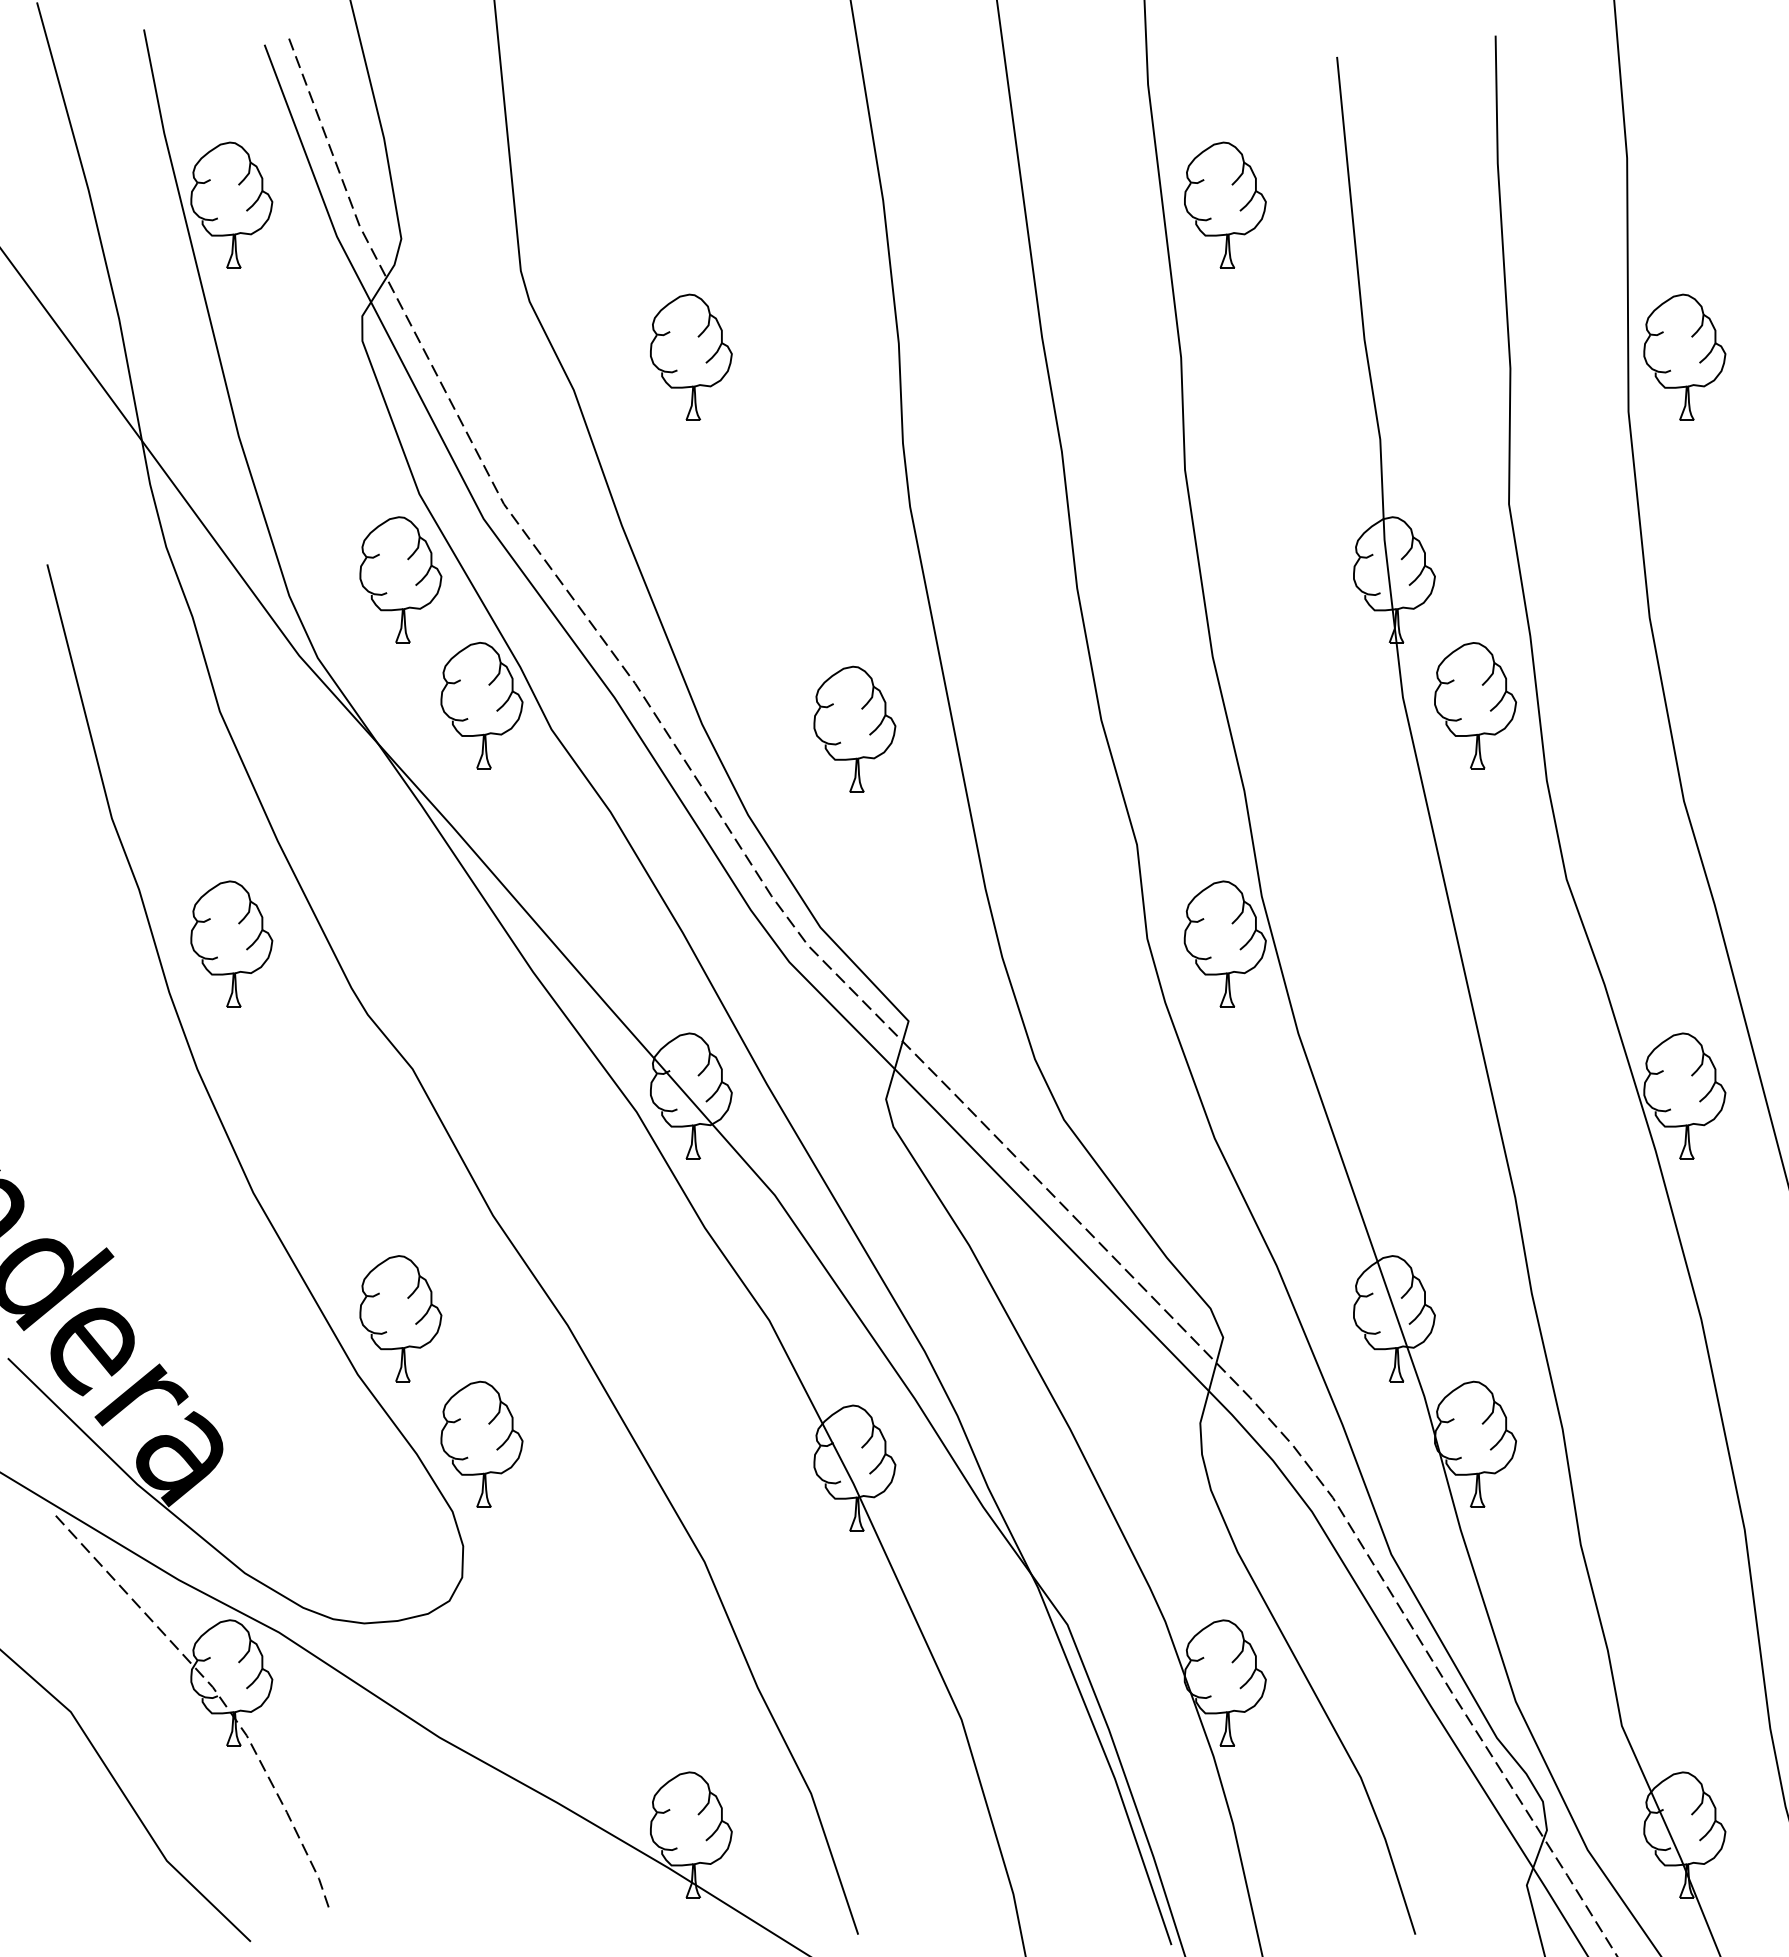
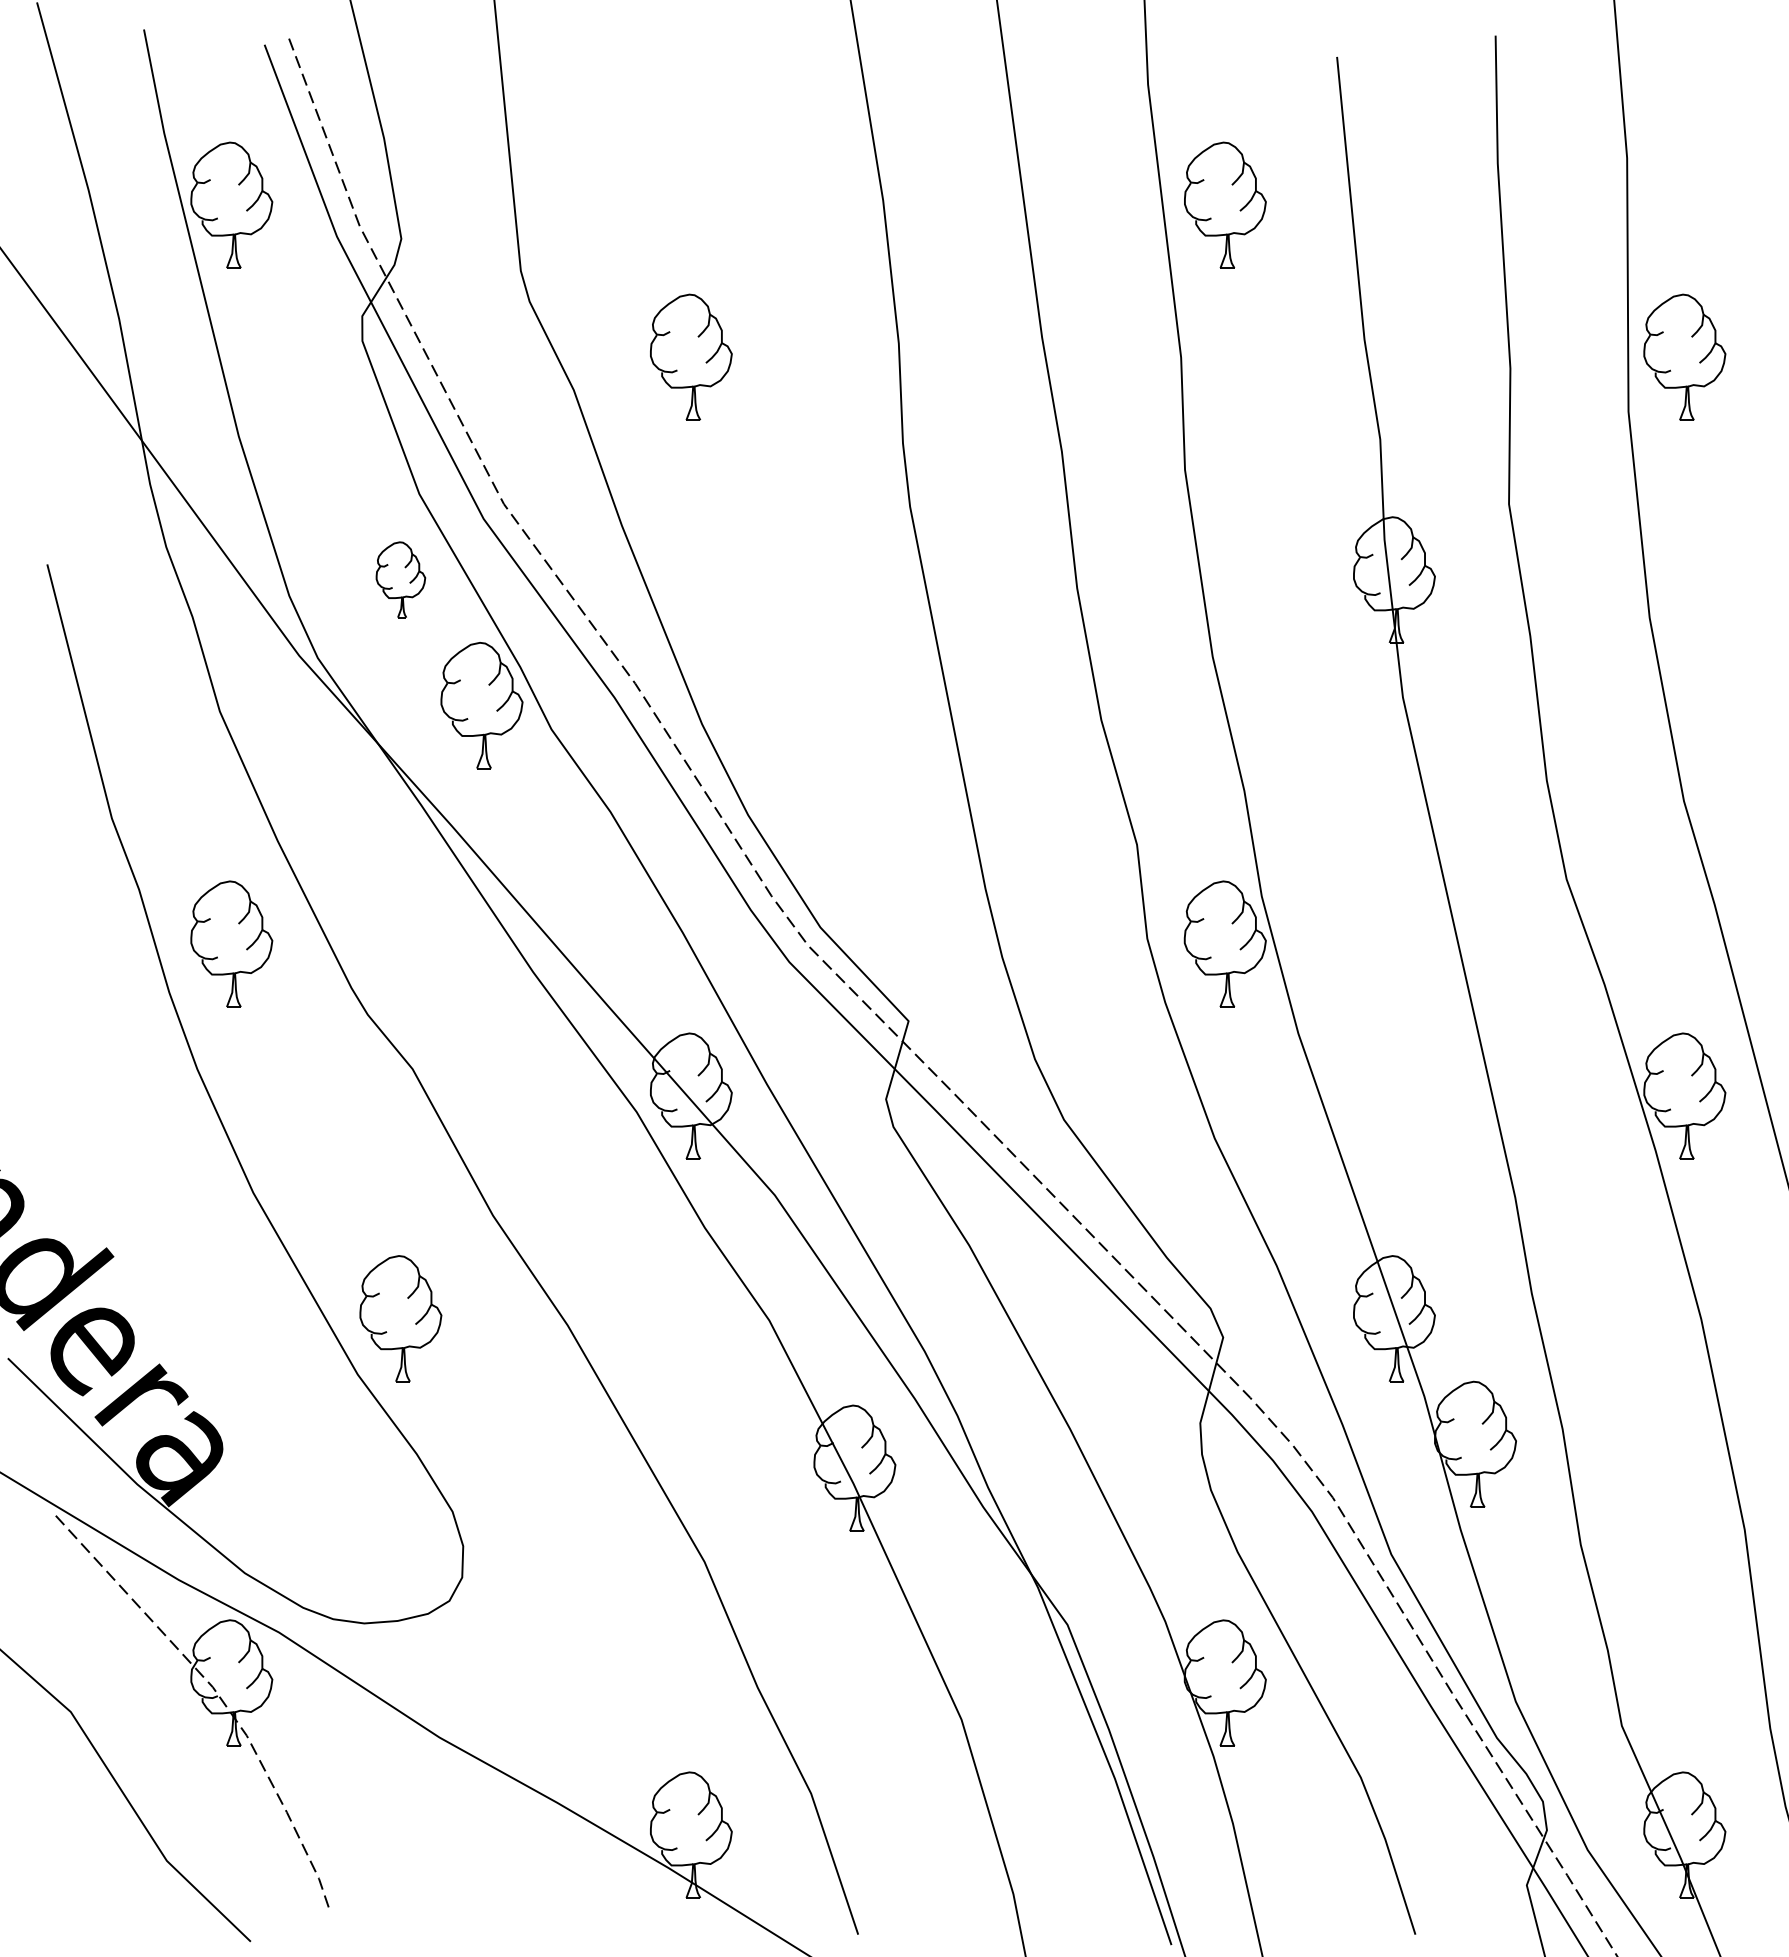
part at (400, 579) size: 84x128 px -> 52x78 px
part at (1475, 705): present -> none
part at (854, 728): present -> none
part at (481, 1443): present -> none
